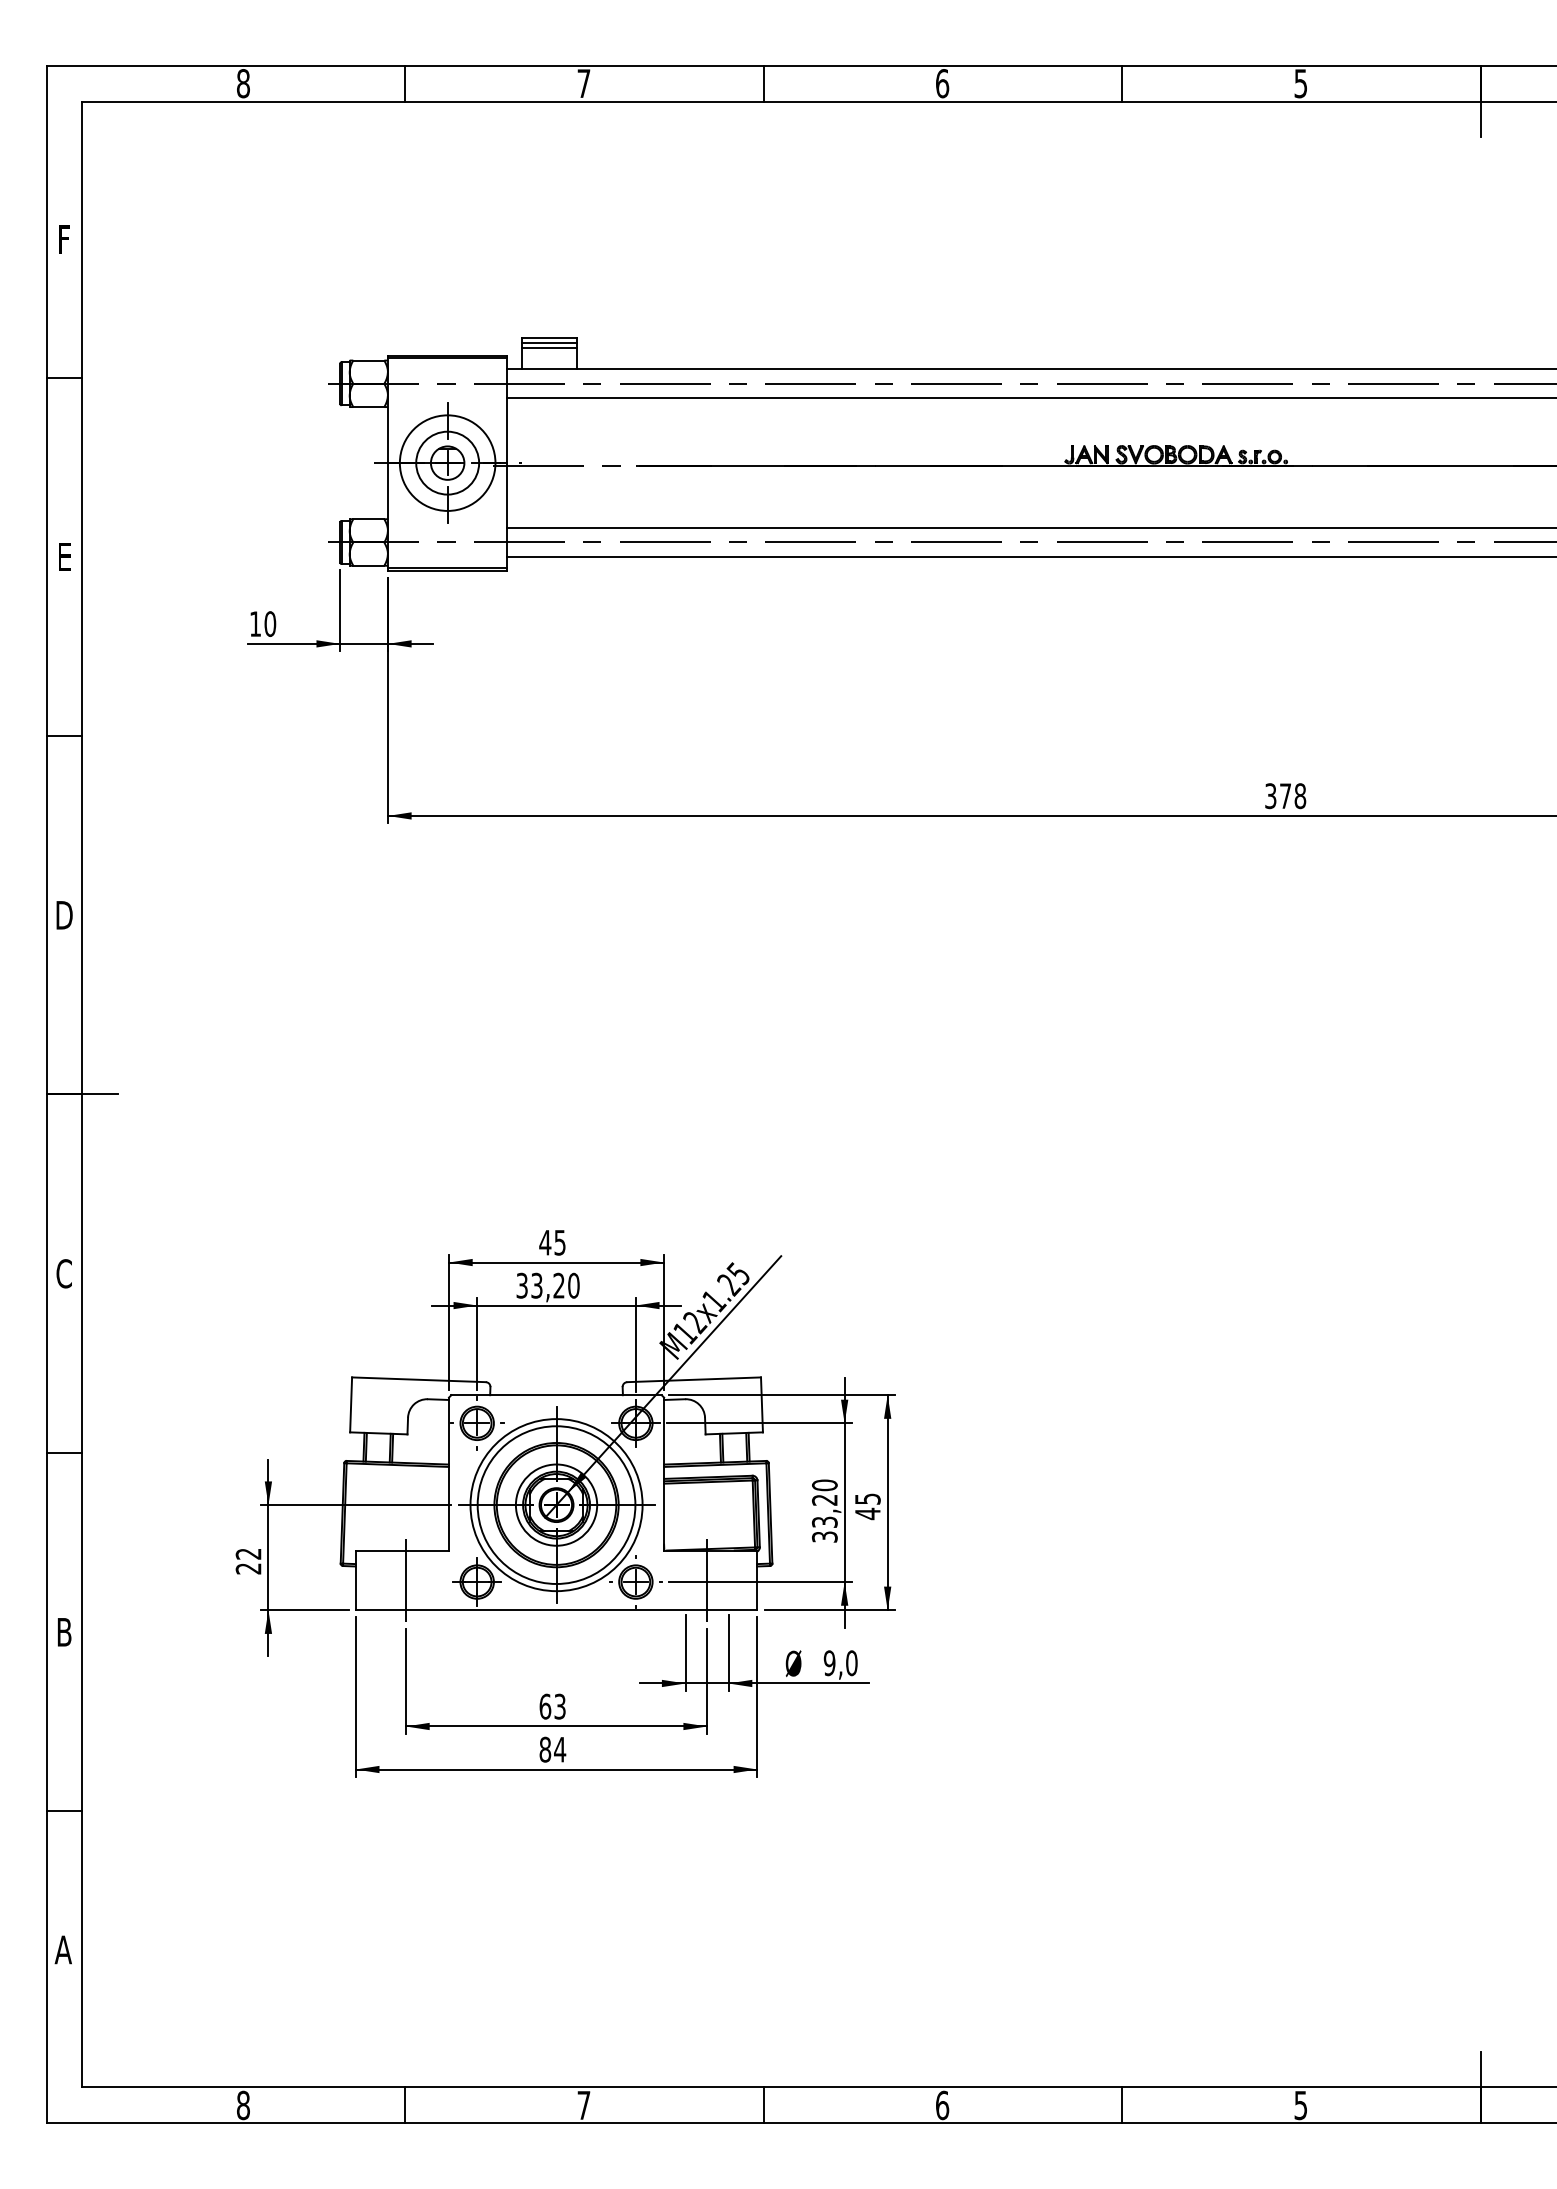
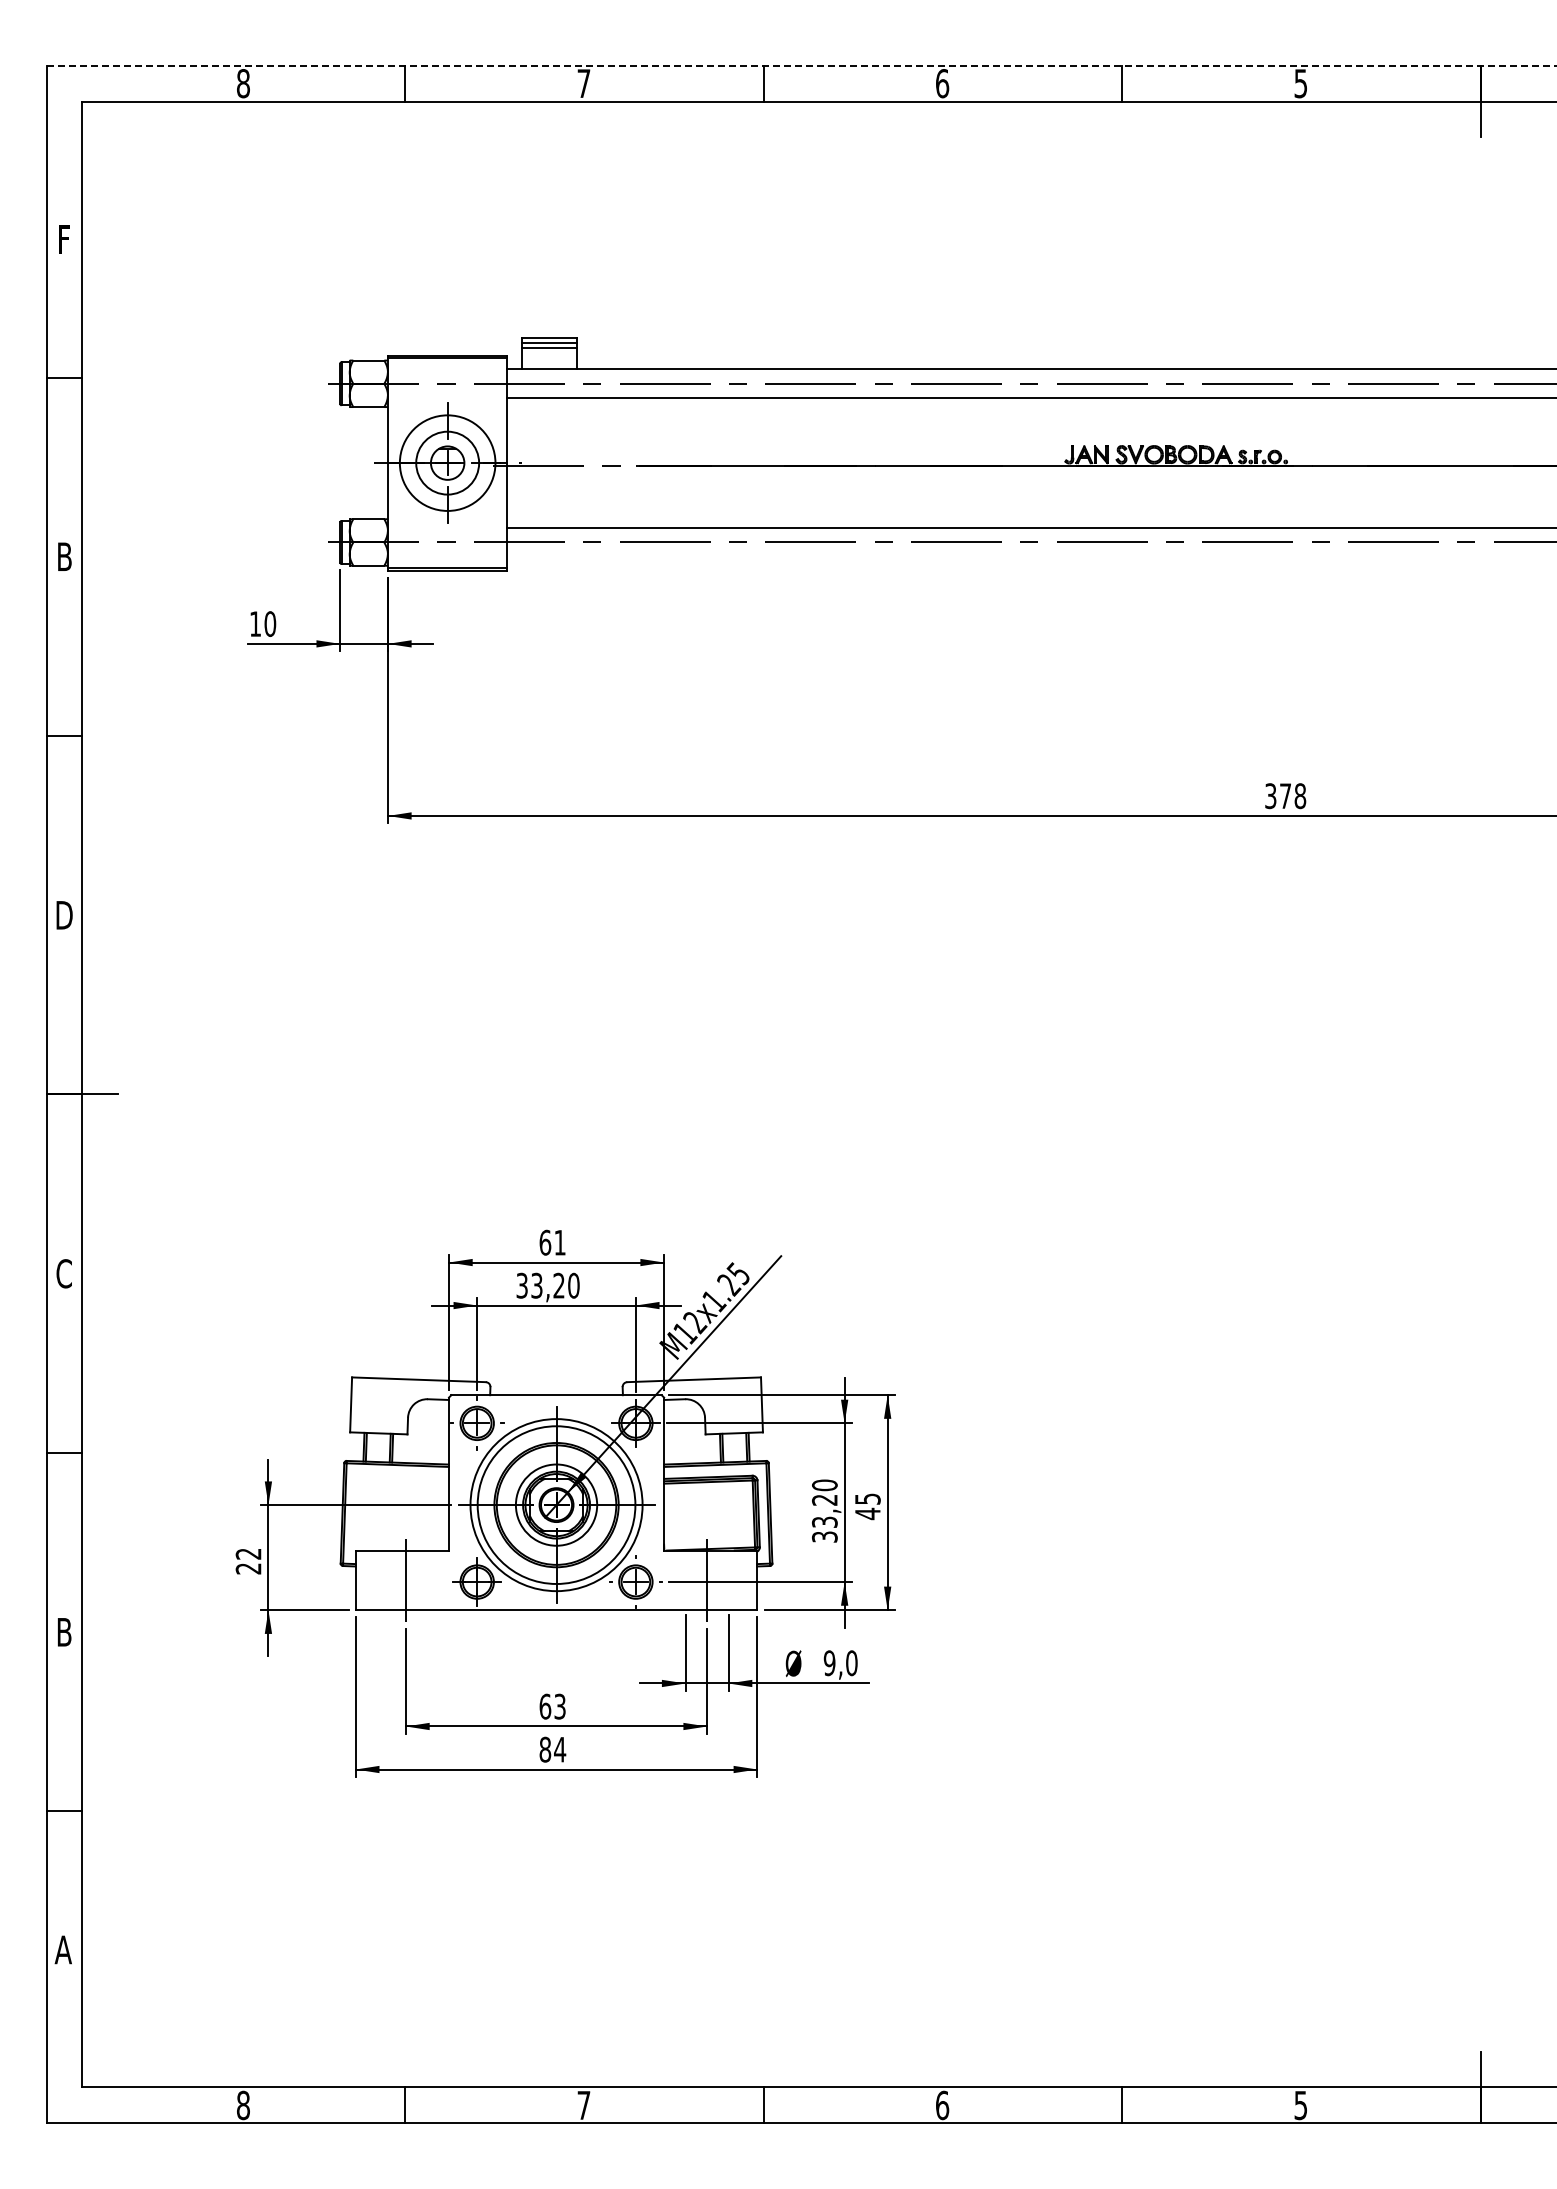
line at (801, 65): solid -> dashed
text at (64, 556): E -> B
line at (1030, 556): present -> none
text at (552, 1242): 45 -> 61
